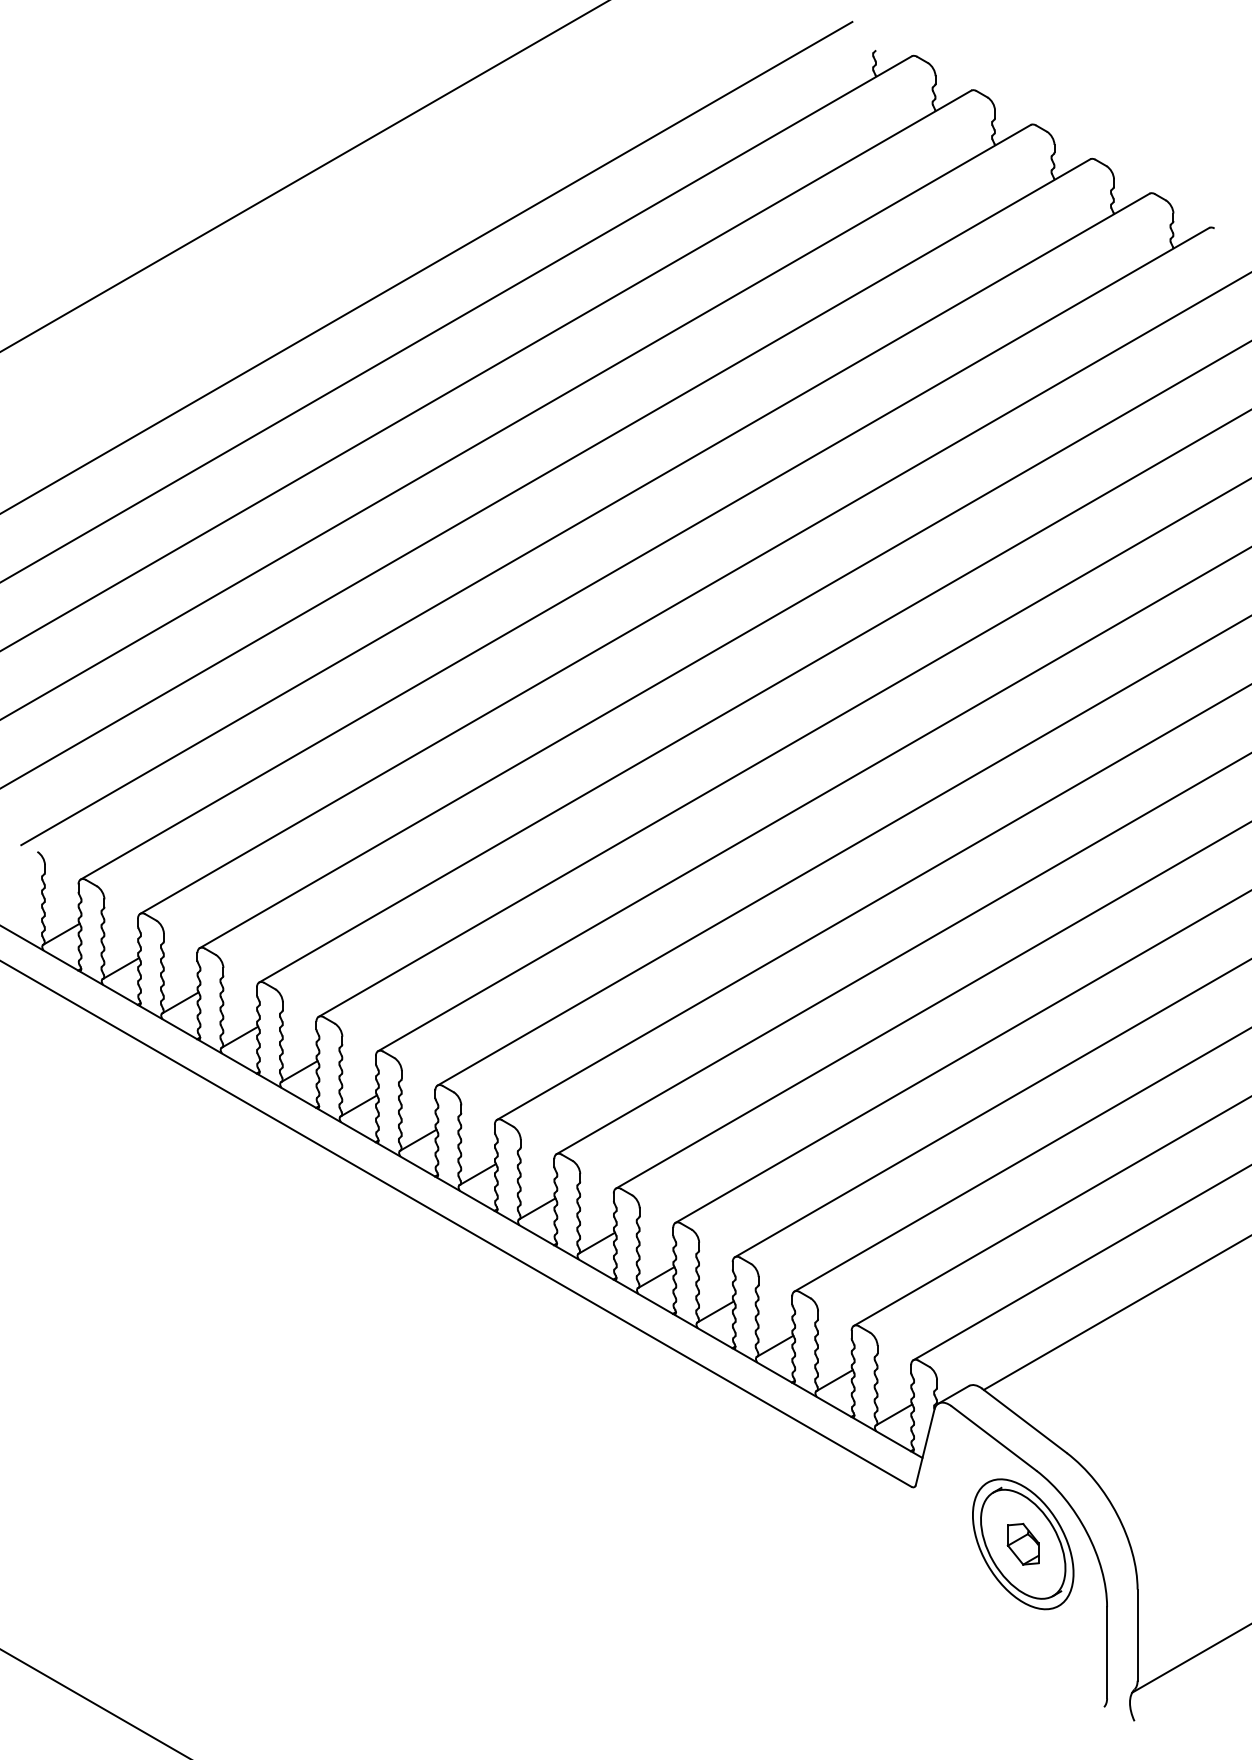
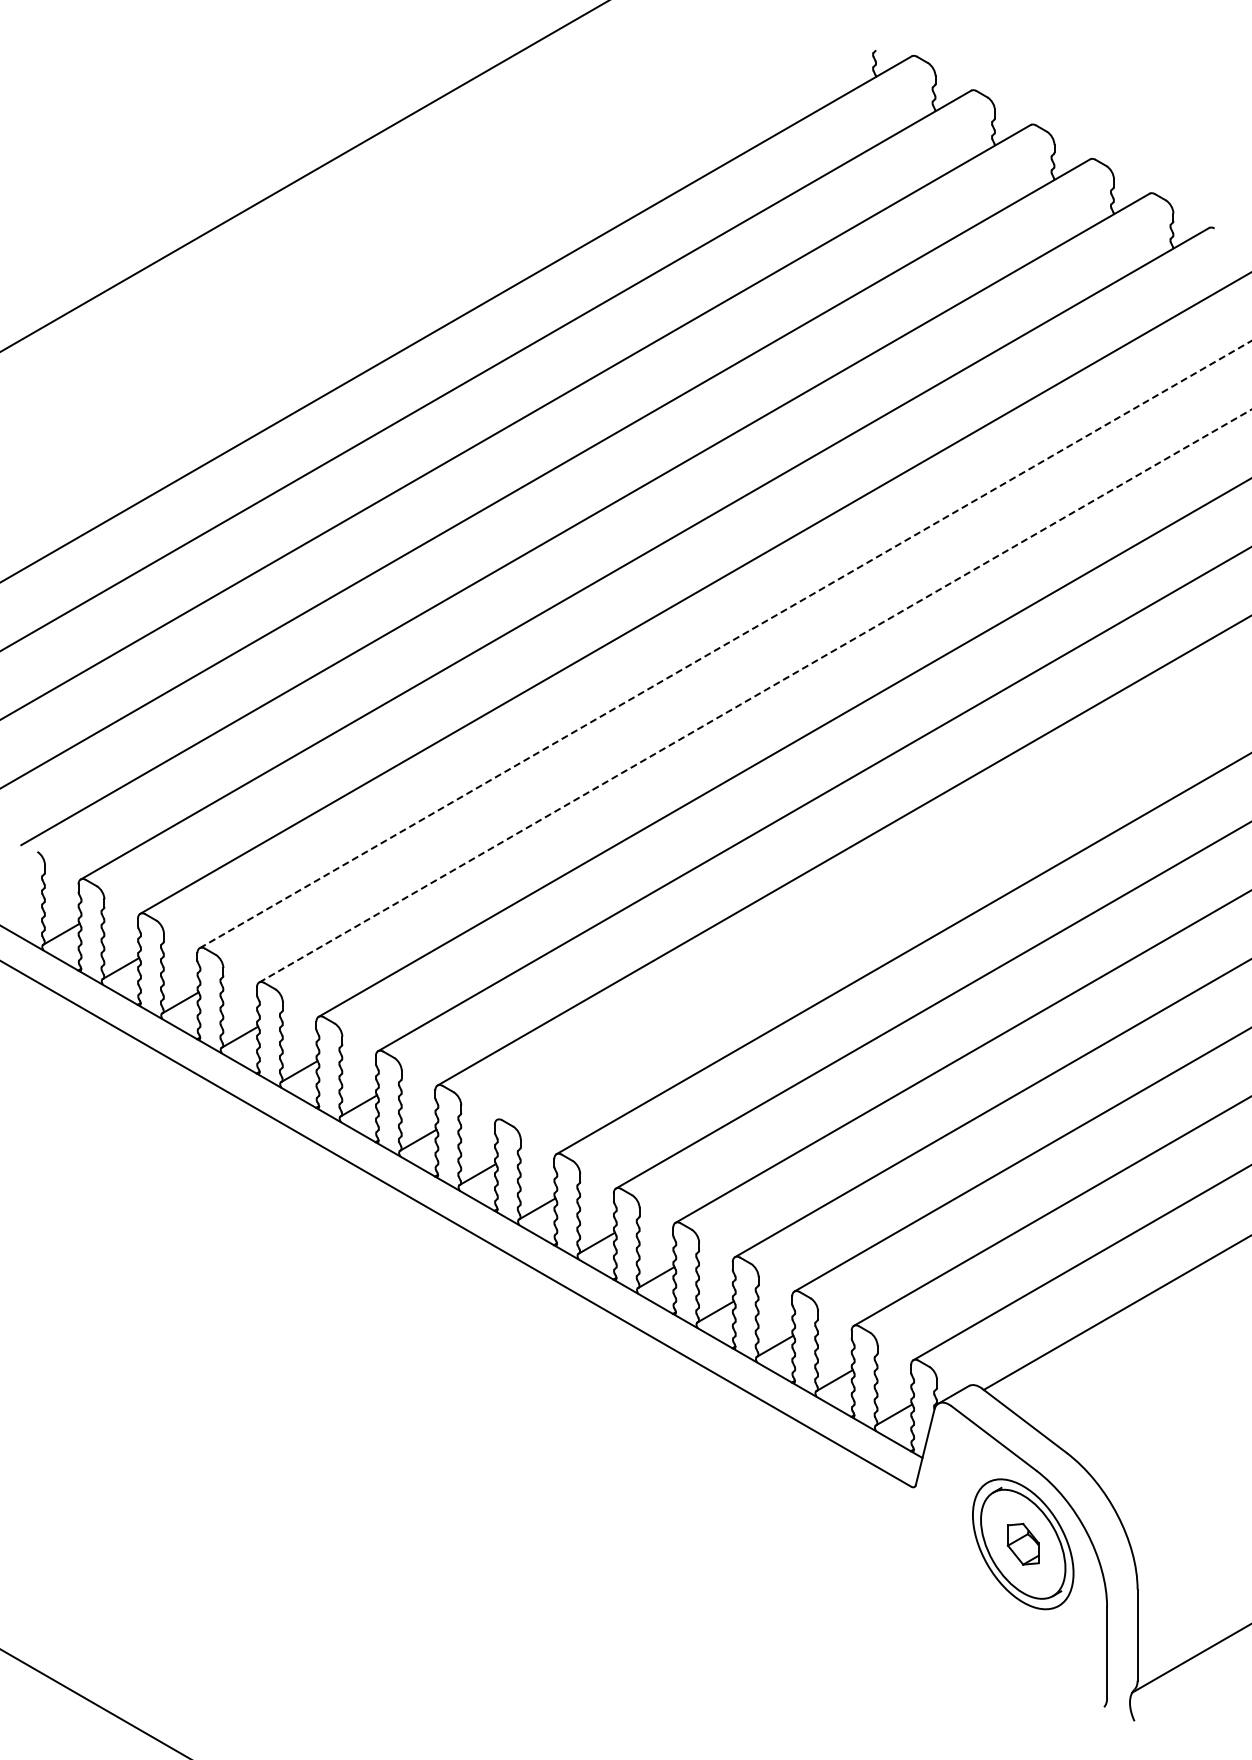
line at (427, 266): present -> none
line at (725, 644): solid -> dashed
line at (755, 695): solid -> dashed
line at (872, 902): present -> none
